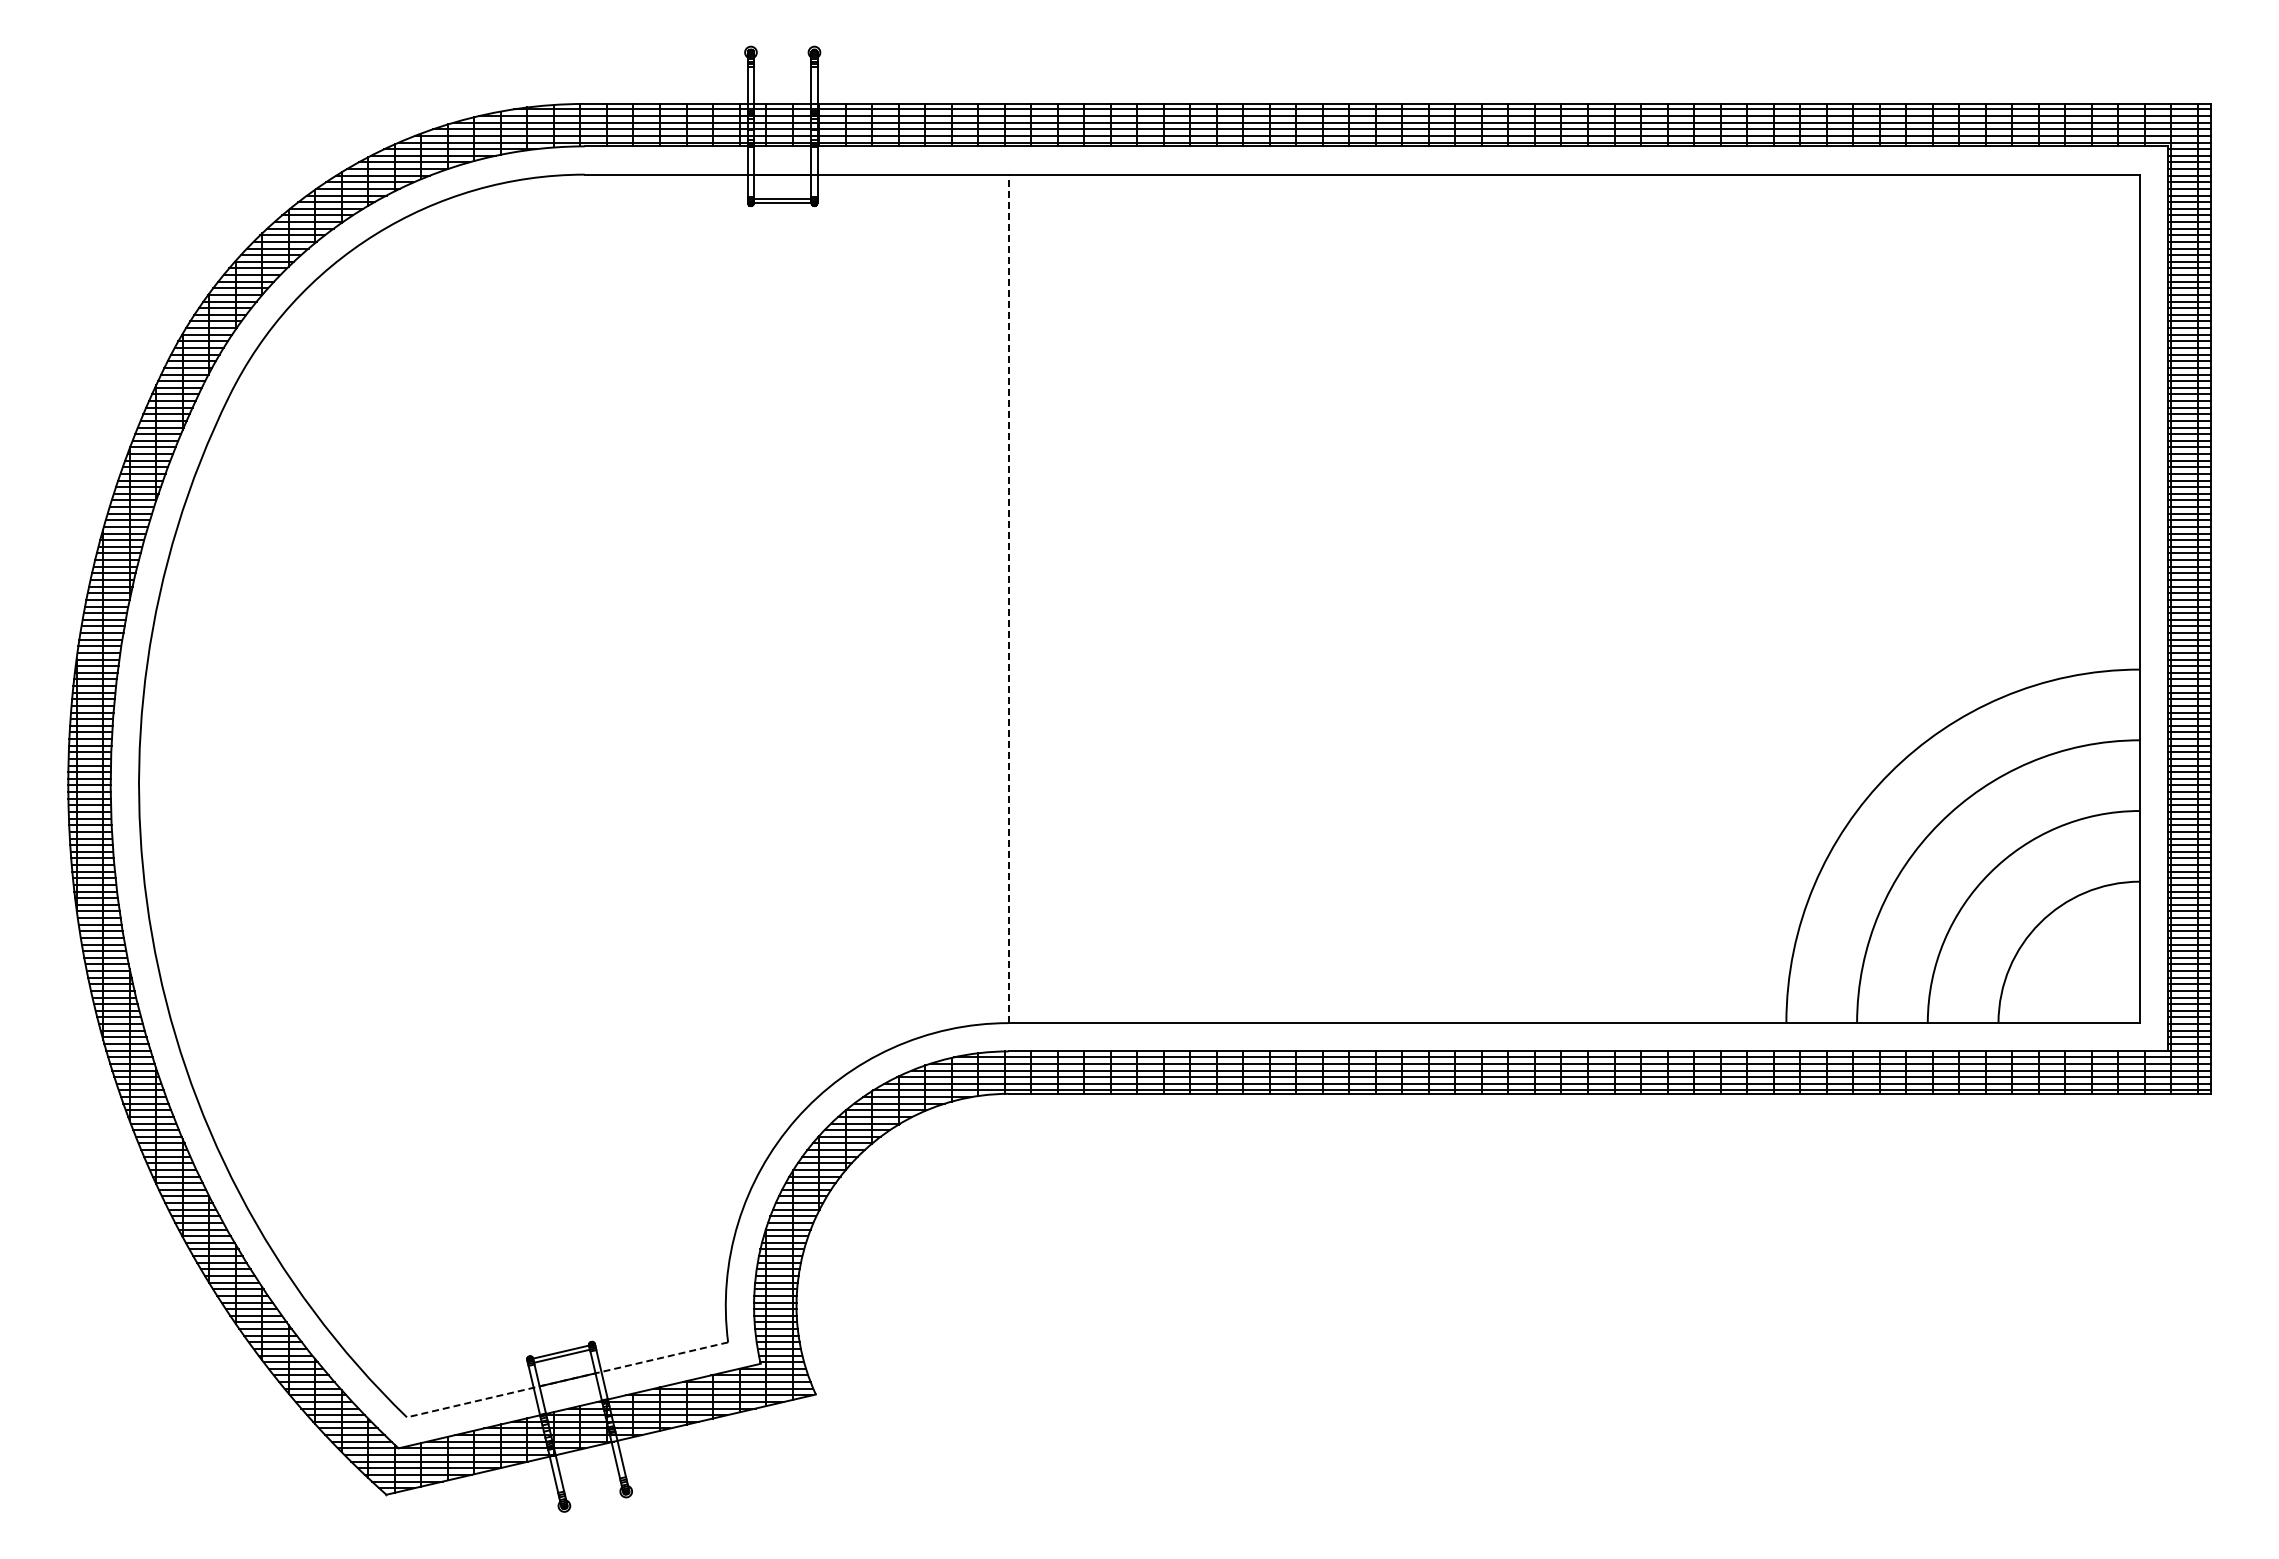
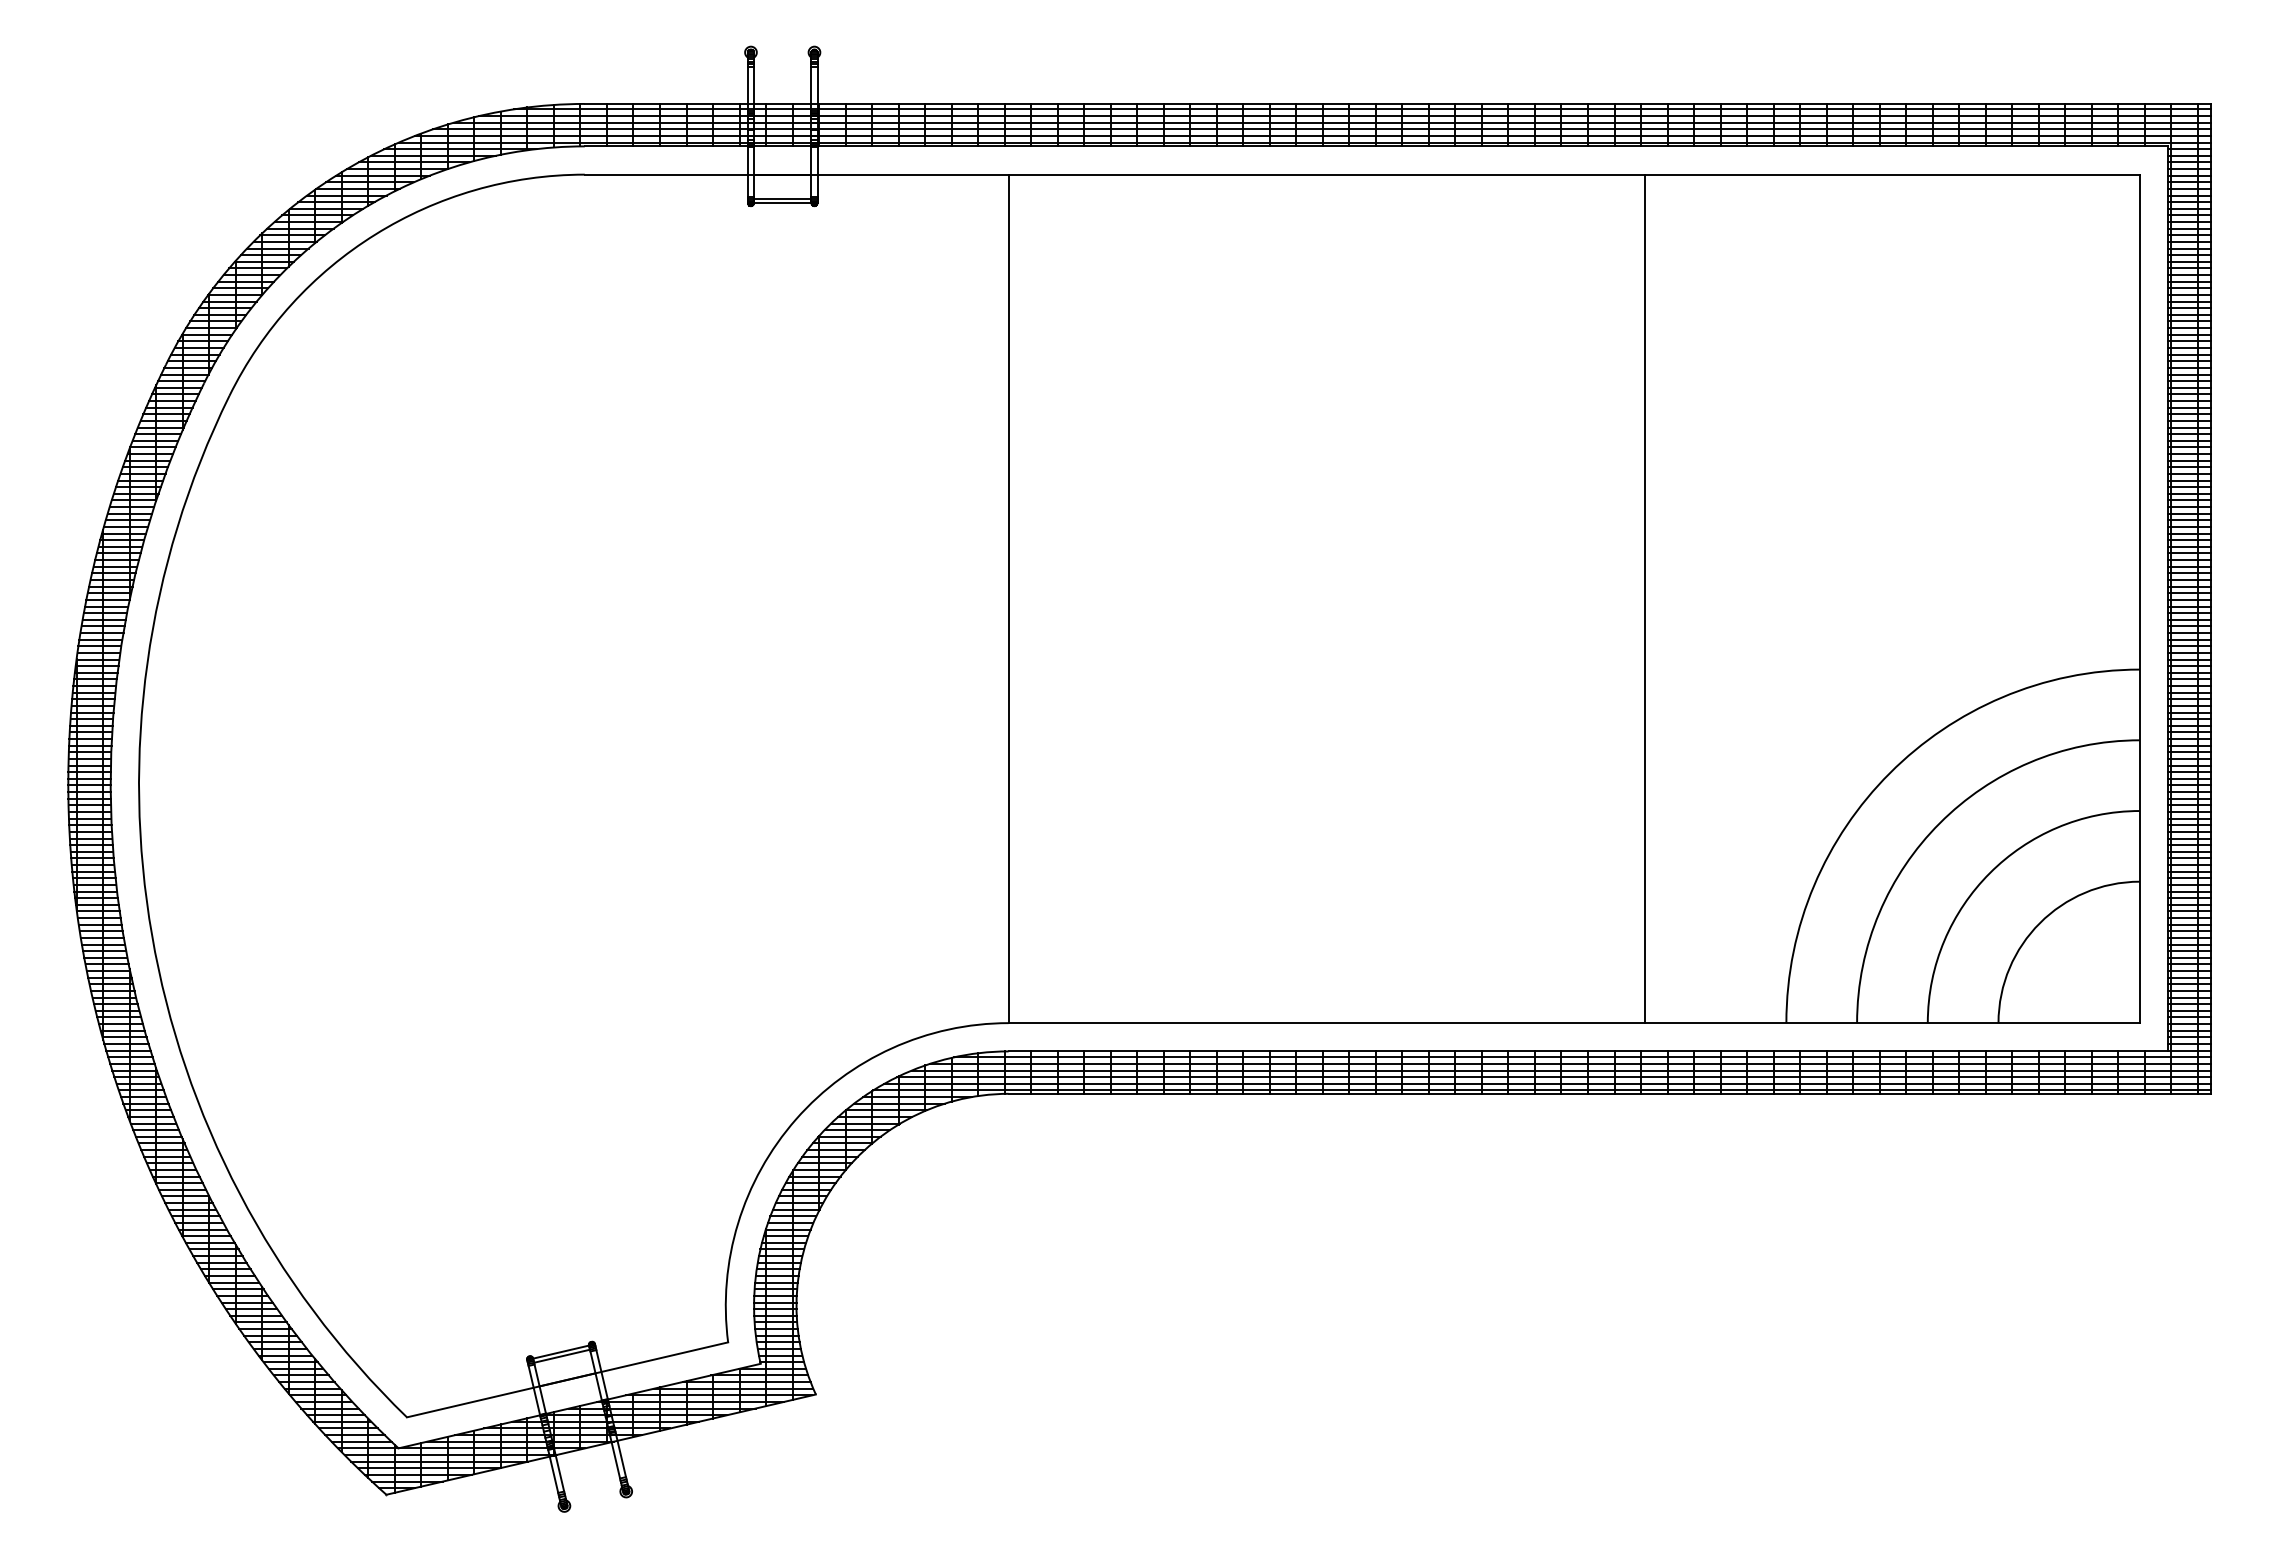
line at (1008, 598): dashed -> solid
line at (1644, 598): none -> present
line at (567, 1379): dashed -> solid
